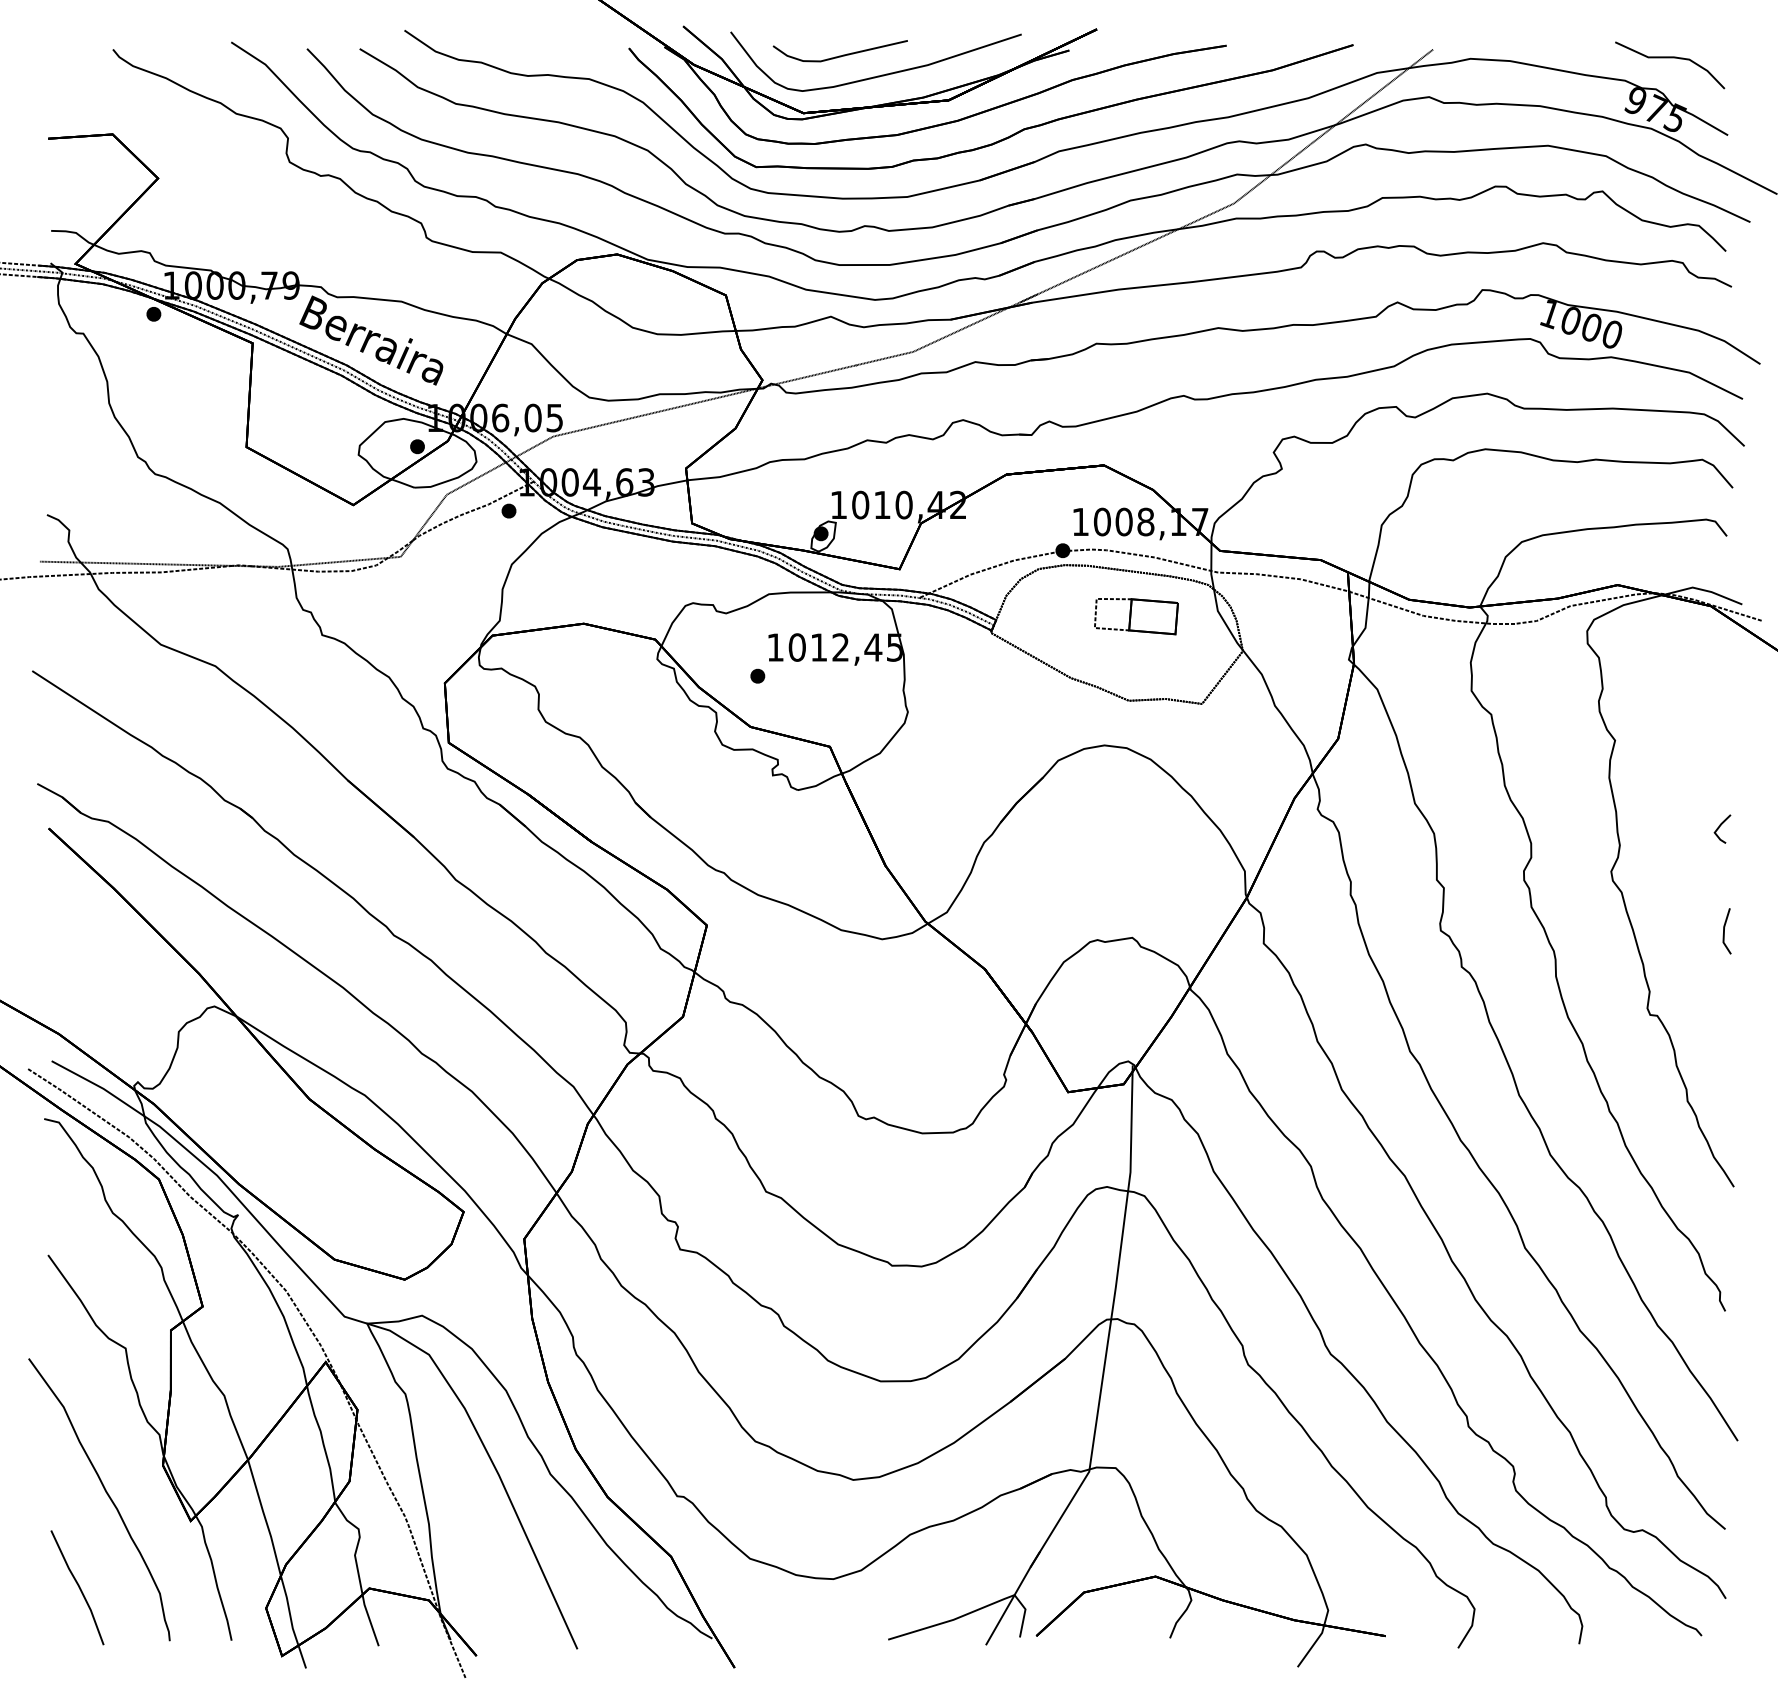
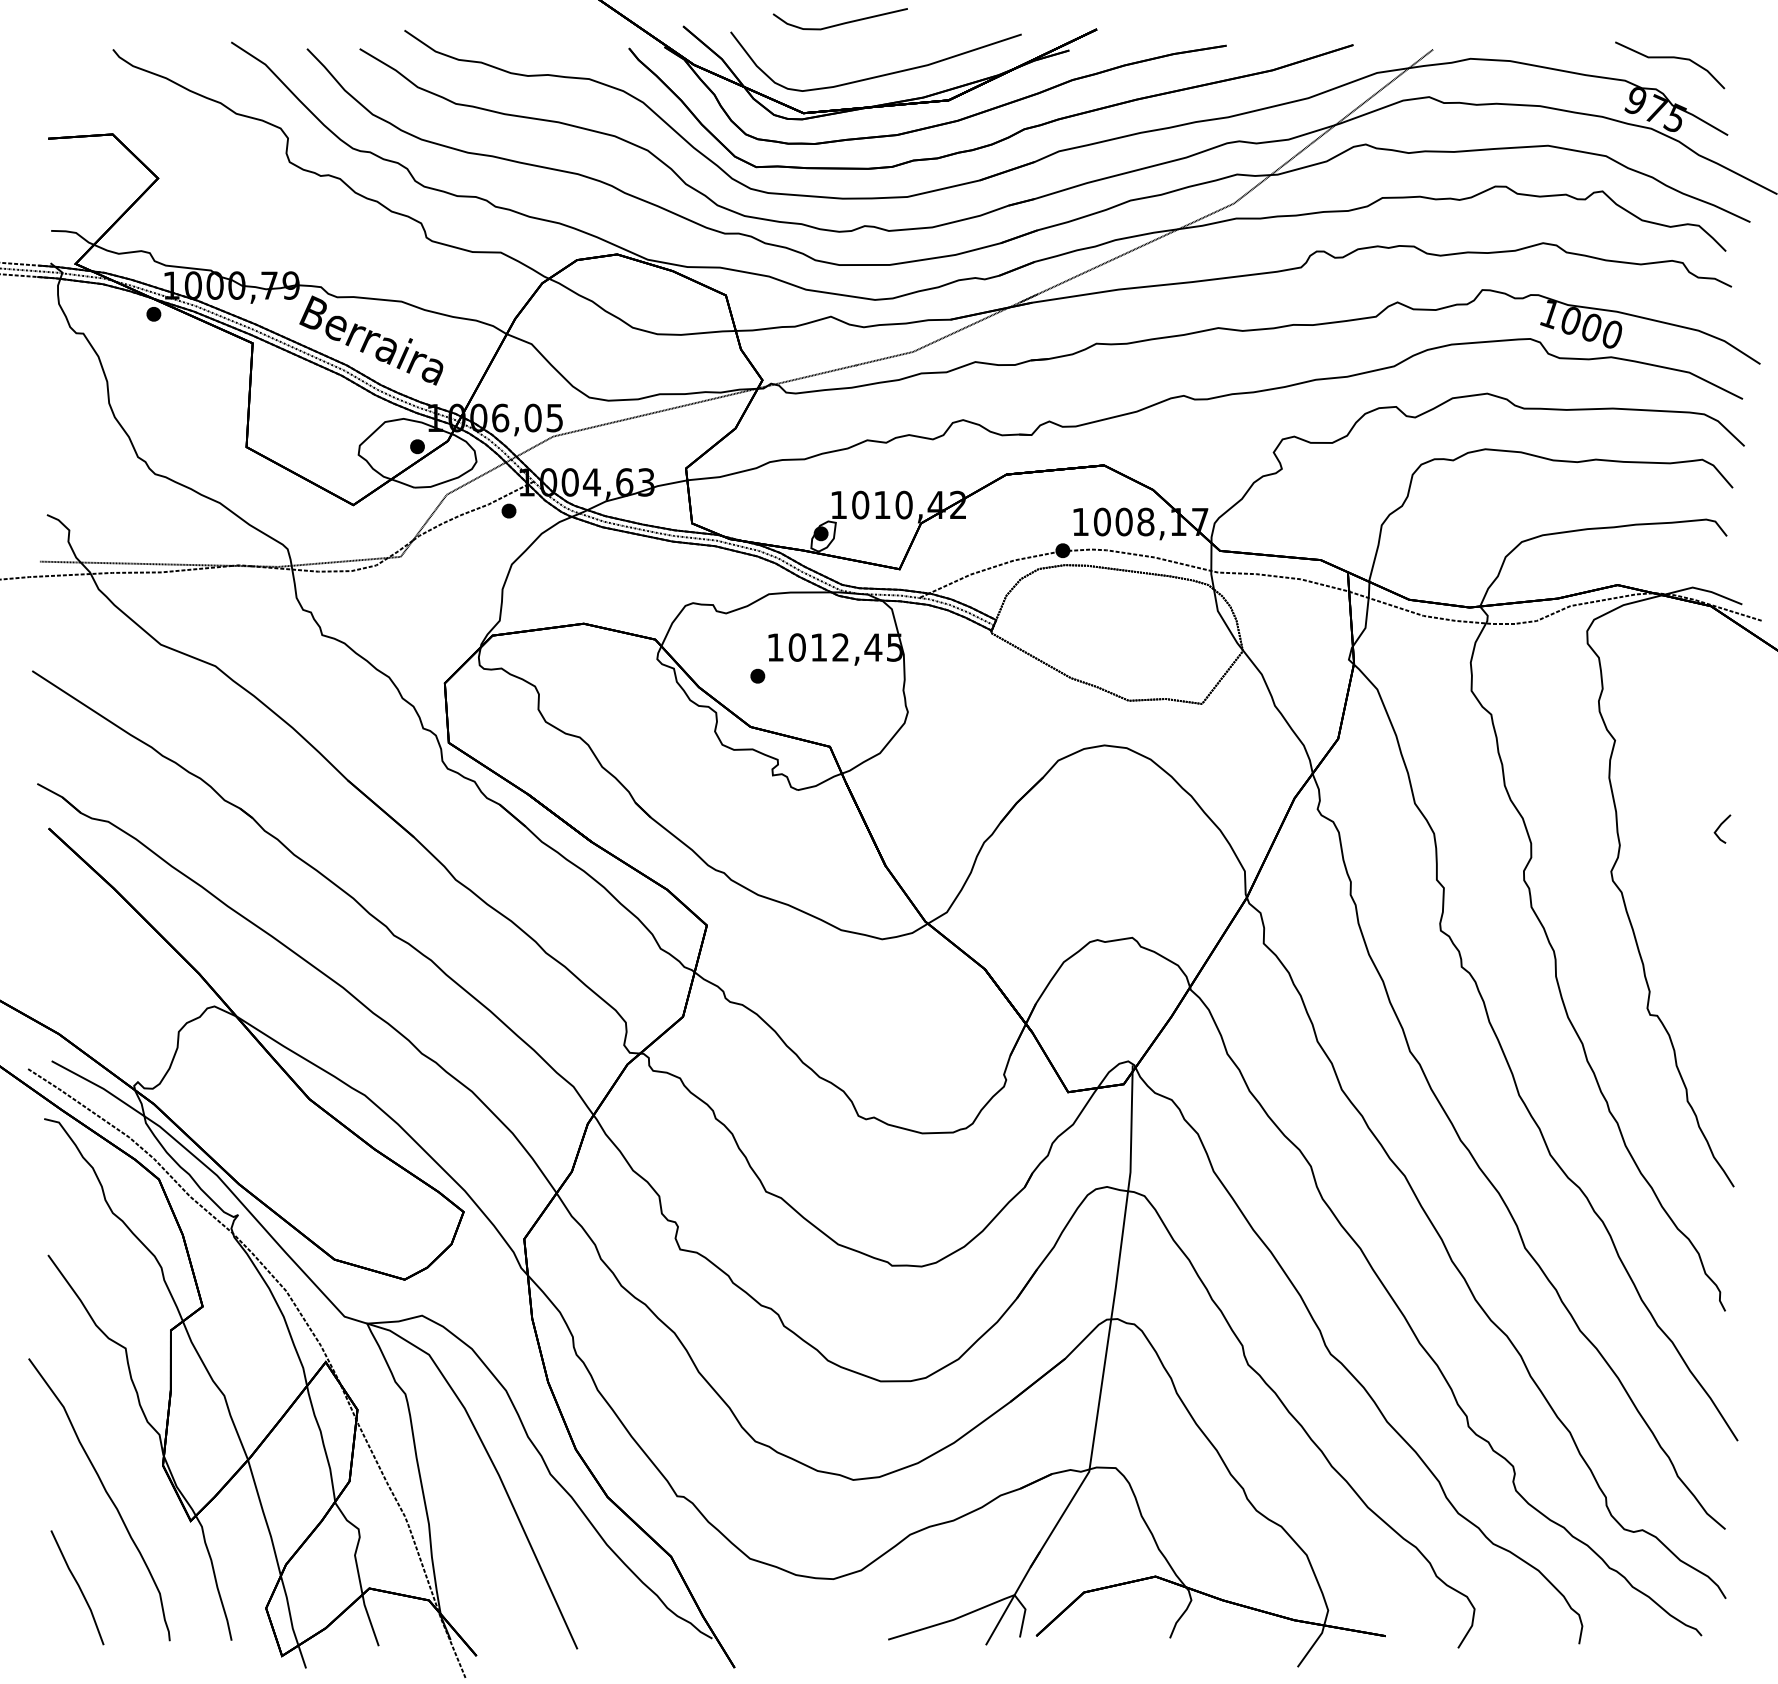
part at (839, 51) position: (839, 51) -> (839, 19)
part at (1136, 616): present -> none
line at (1724, 931): present -> none
